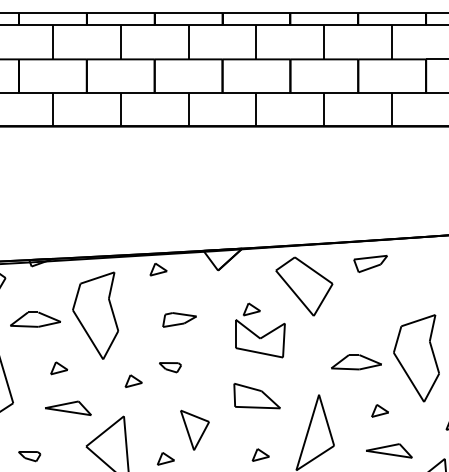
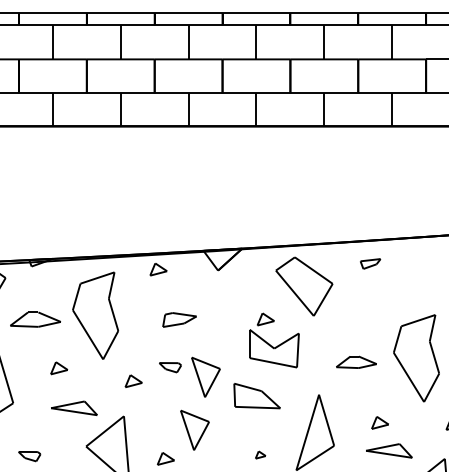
part at (370, 263) size: 35x18 px -> 22x12 px
part at (260, 330) position: (260, 330) -> (274, 340)
part at (356, 362) size: 51x17 px -> 41x14 px
part at (205, 376): none -> present
part at (68, 407) position: (68, 407) -> (74, 407)
part at (379, 410) position: (379, 410) -> (379, 422)
part at (260, 454) size: 19x14 px -> 12x10 px
